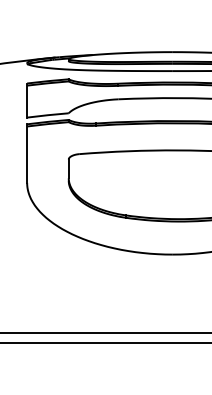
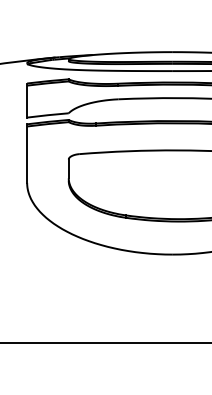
line at (105, 333): present -> none
